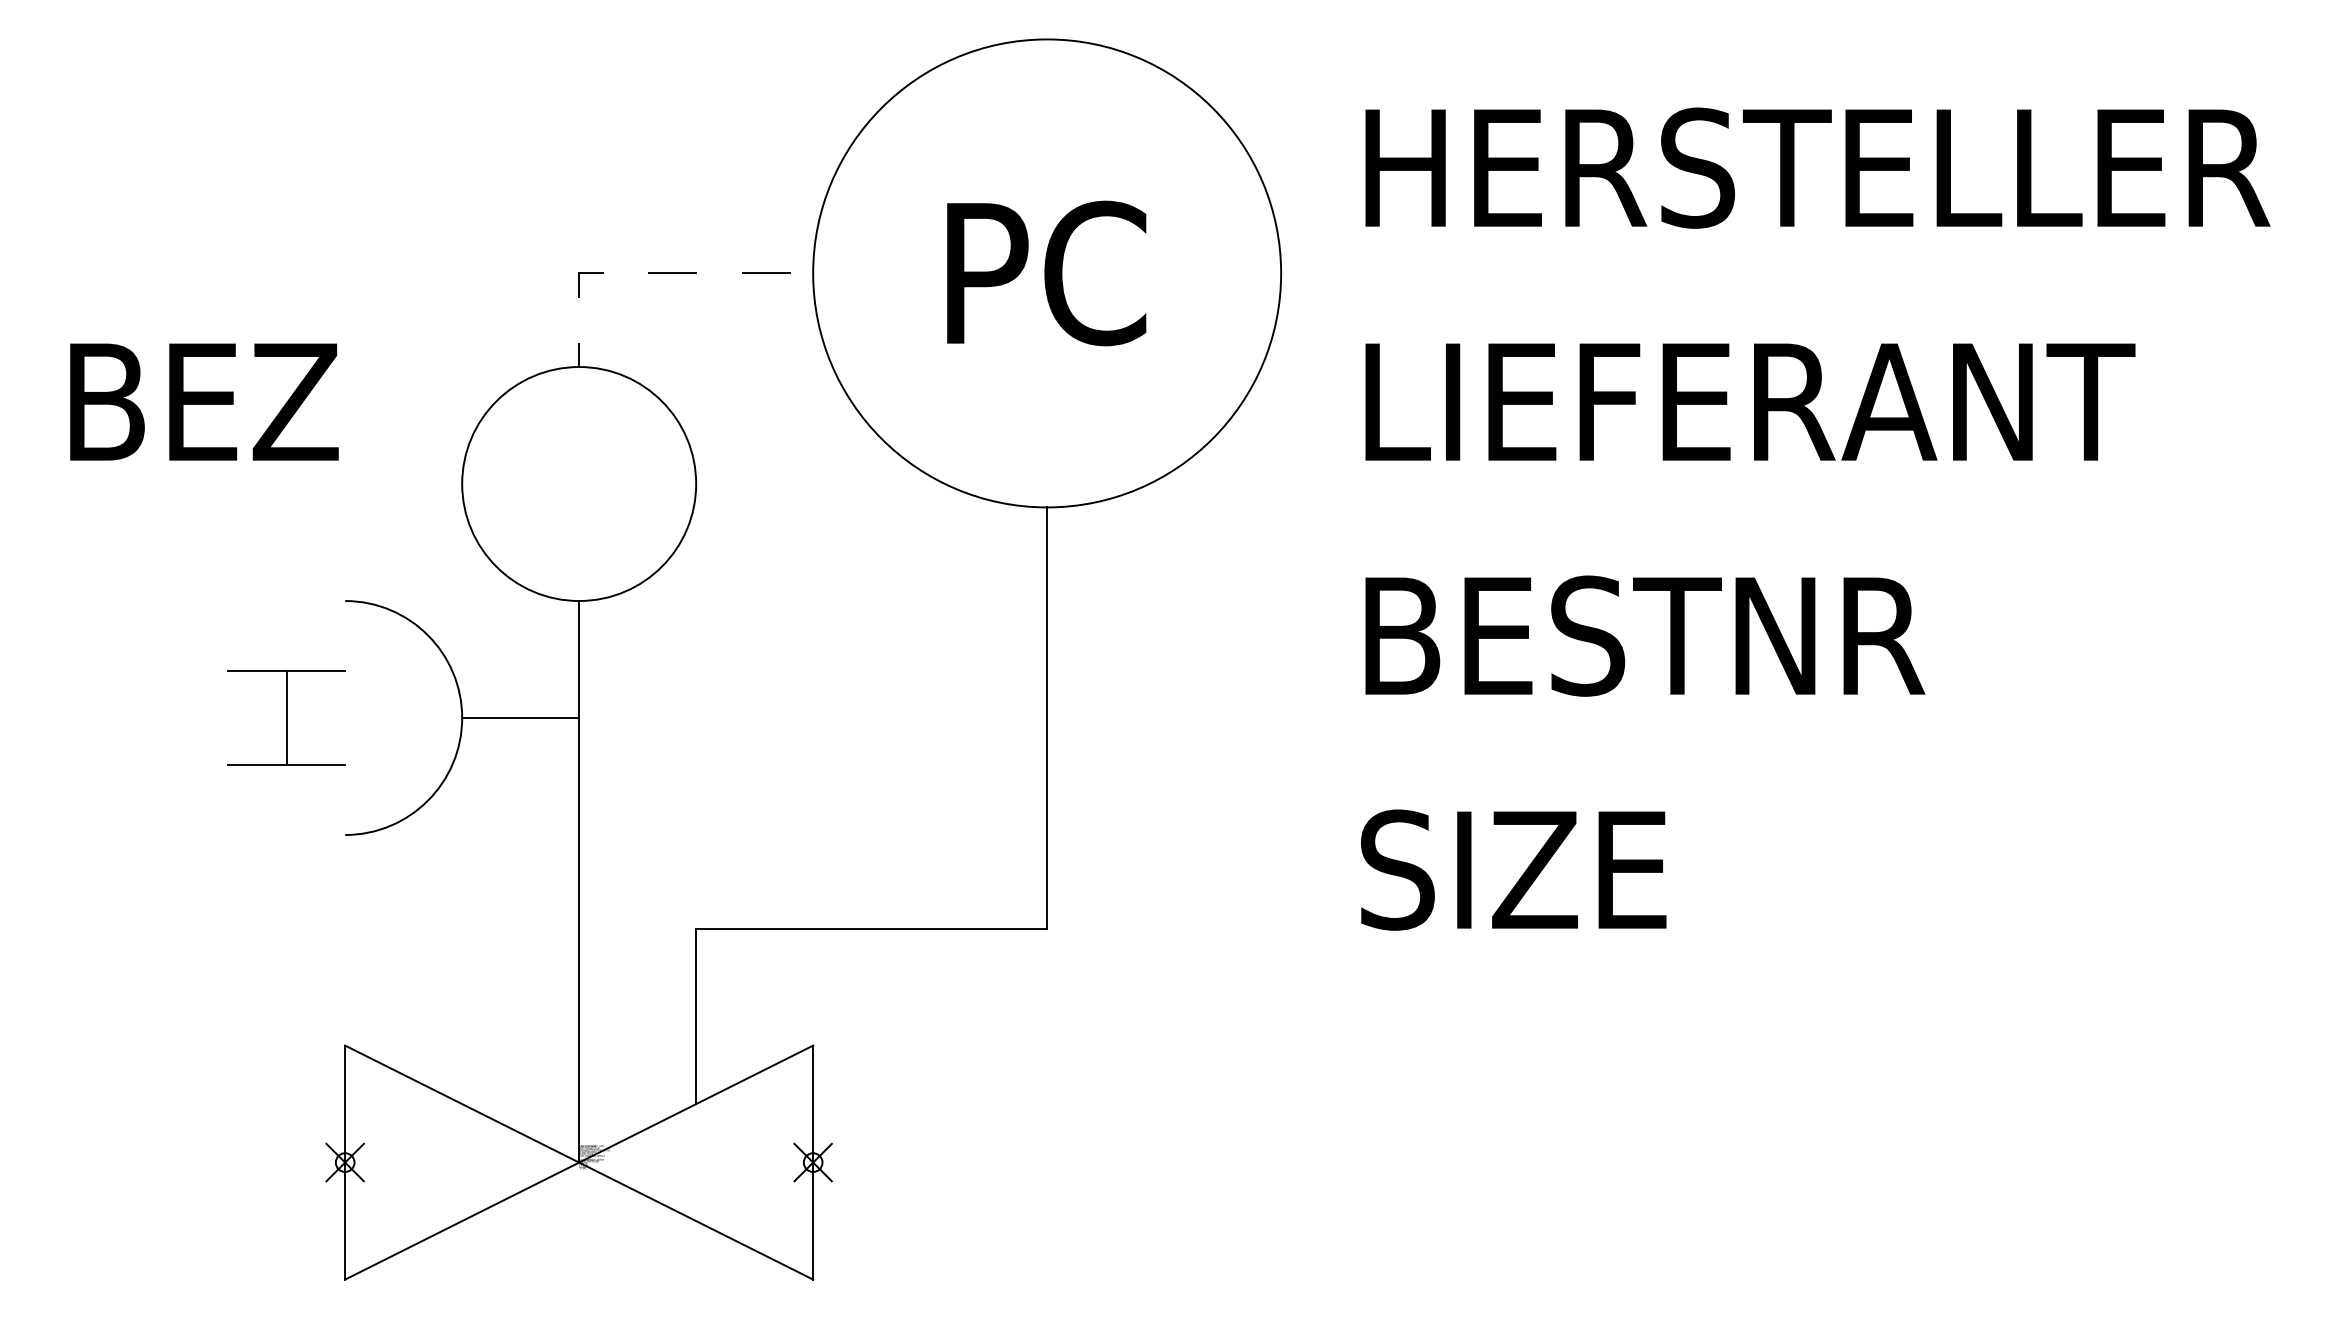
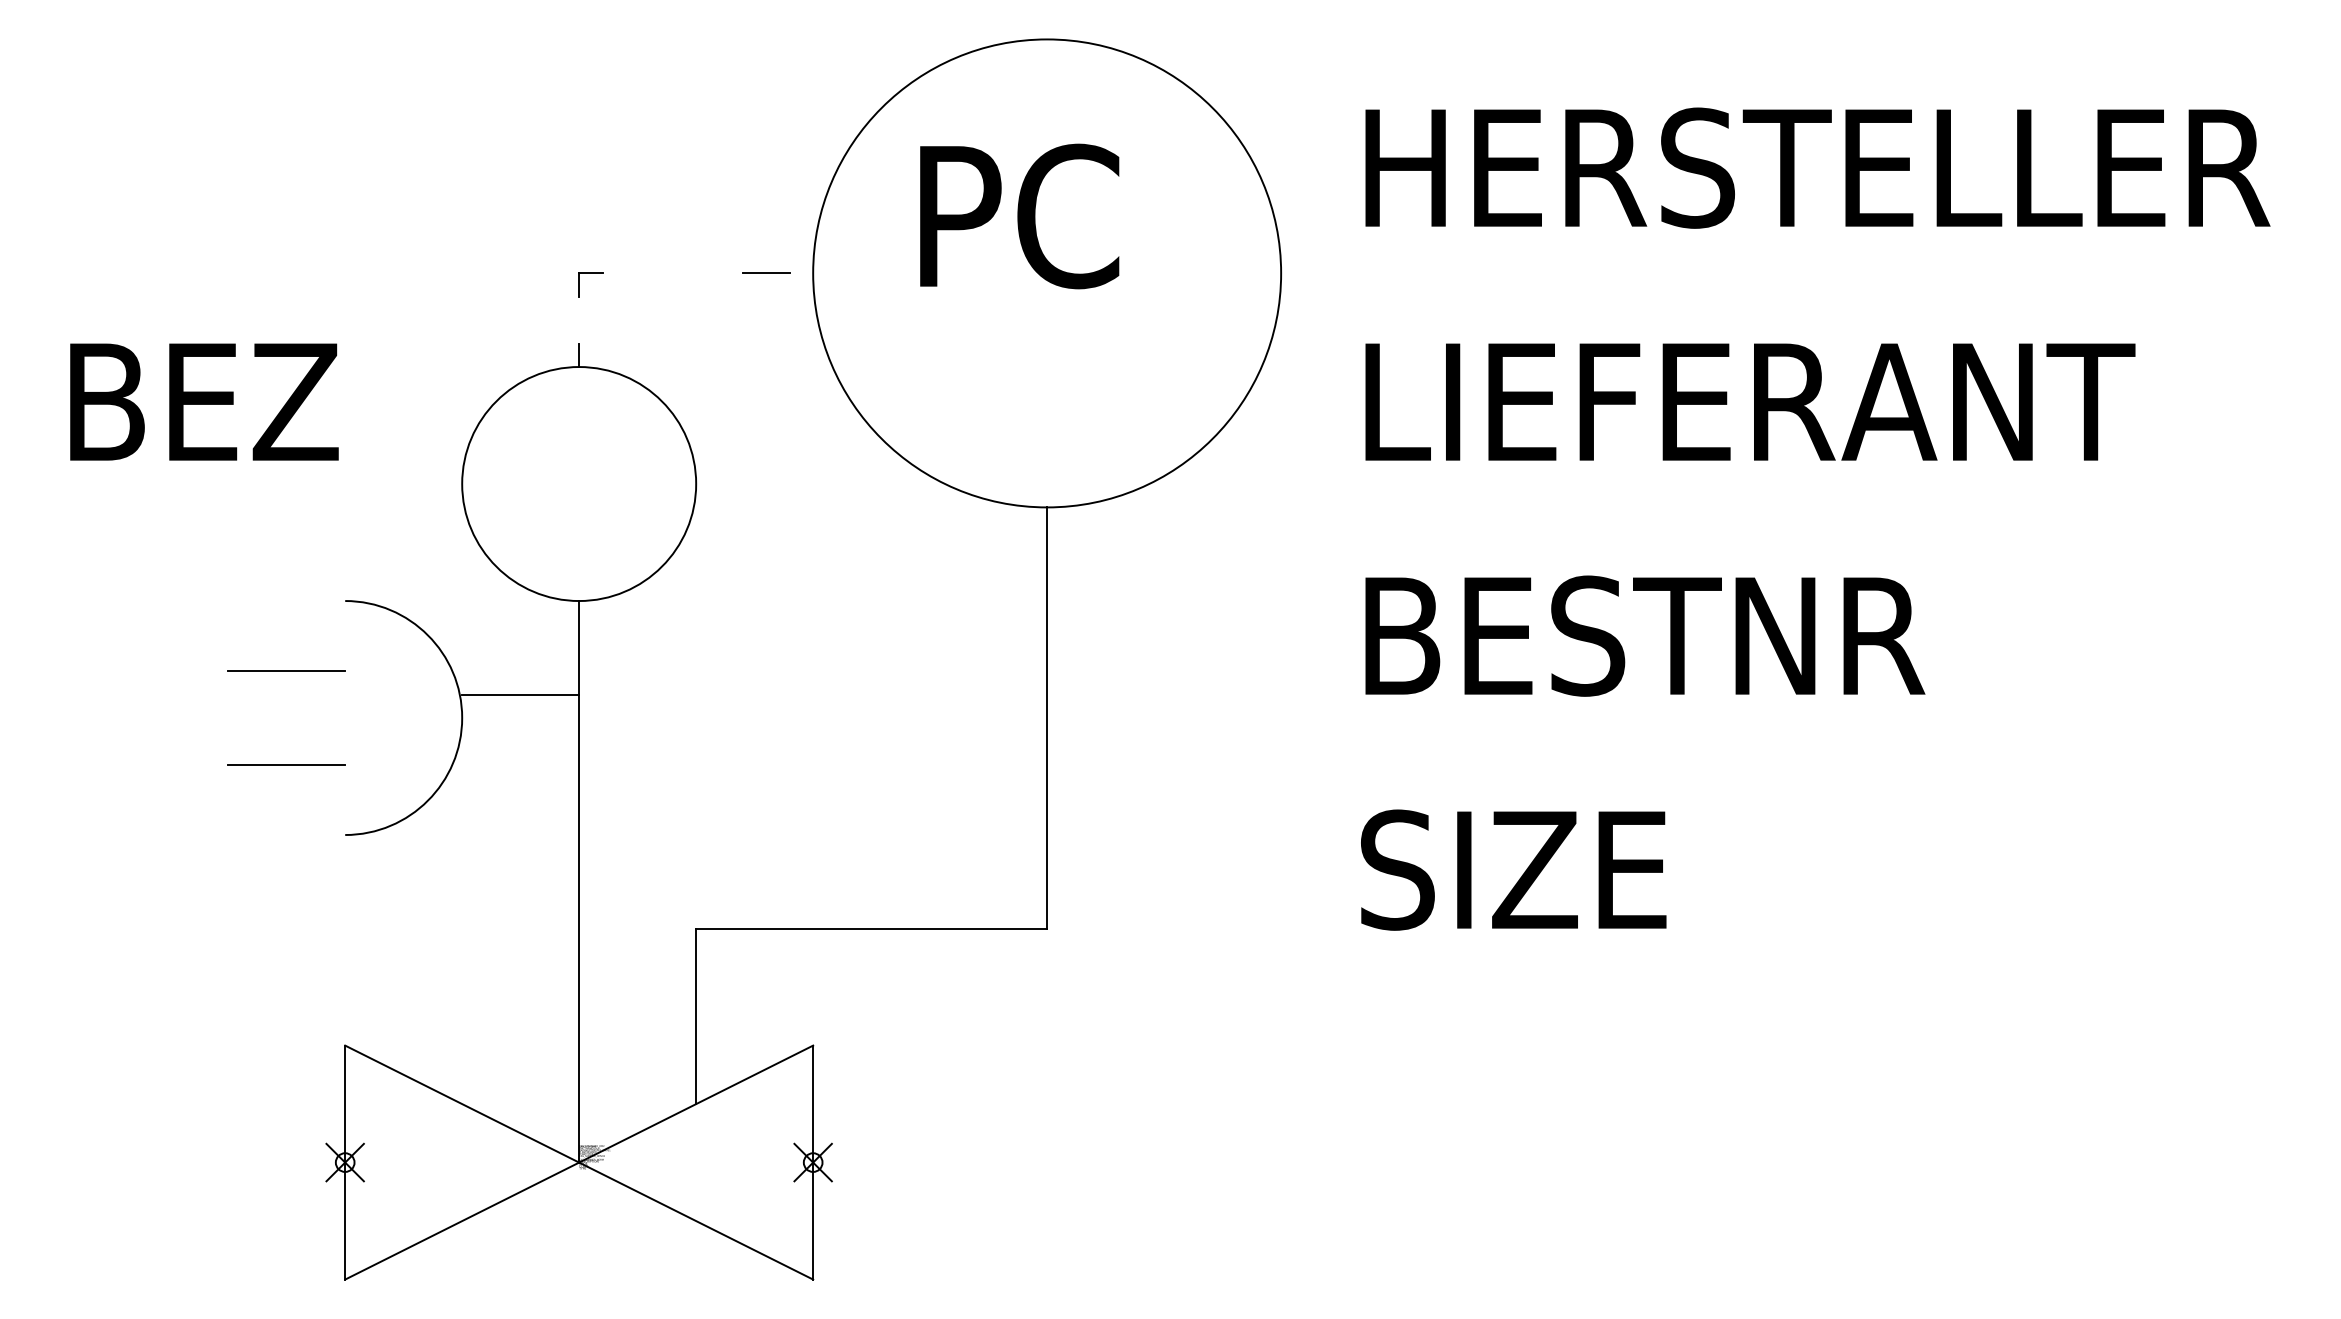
line at (672, 273): present -> none
text at (1046, 273) position: (1046, 273) -> (1019, 216)
line at (286, 717): present -> none
line at (520, 718) position: (520, 718) -> (520, 695)
